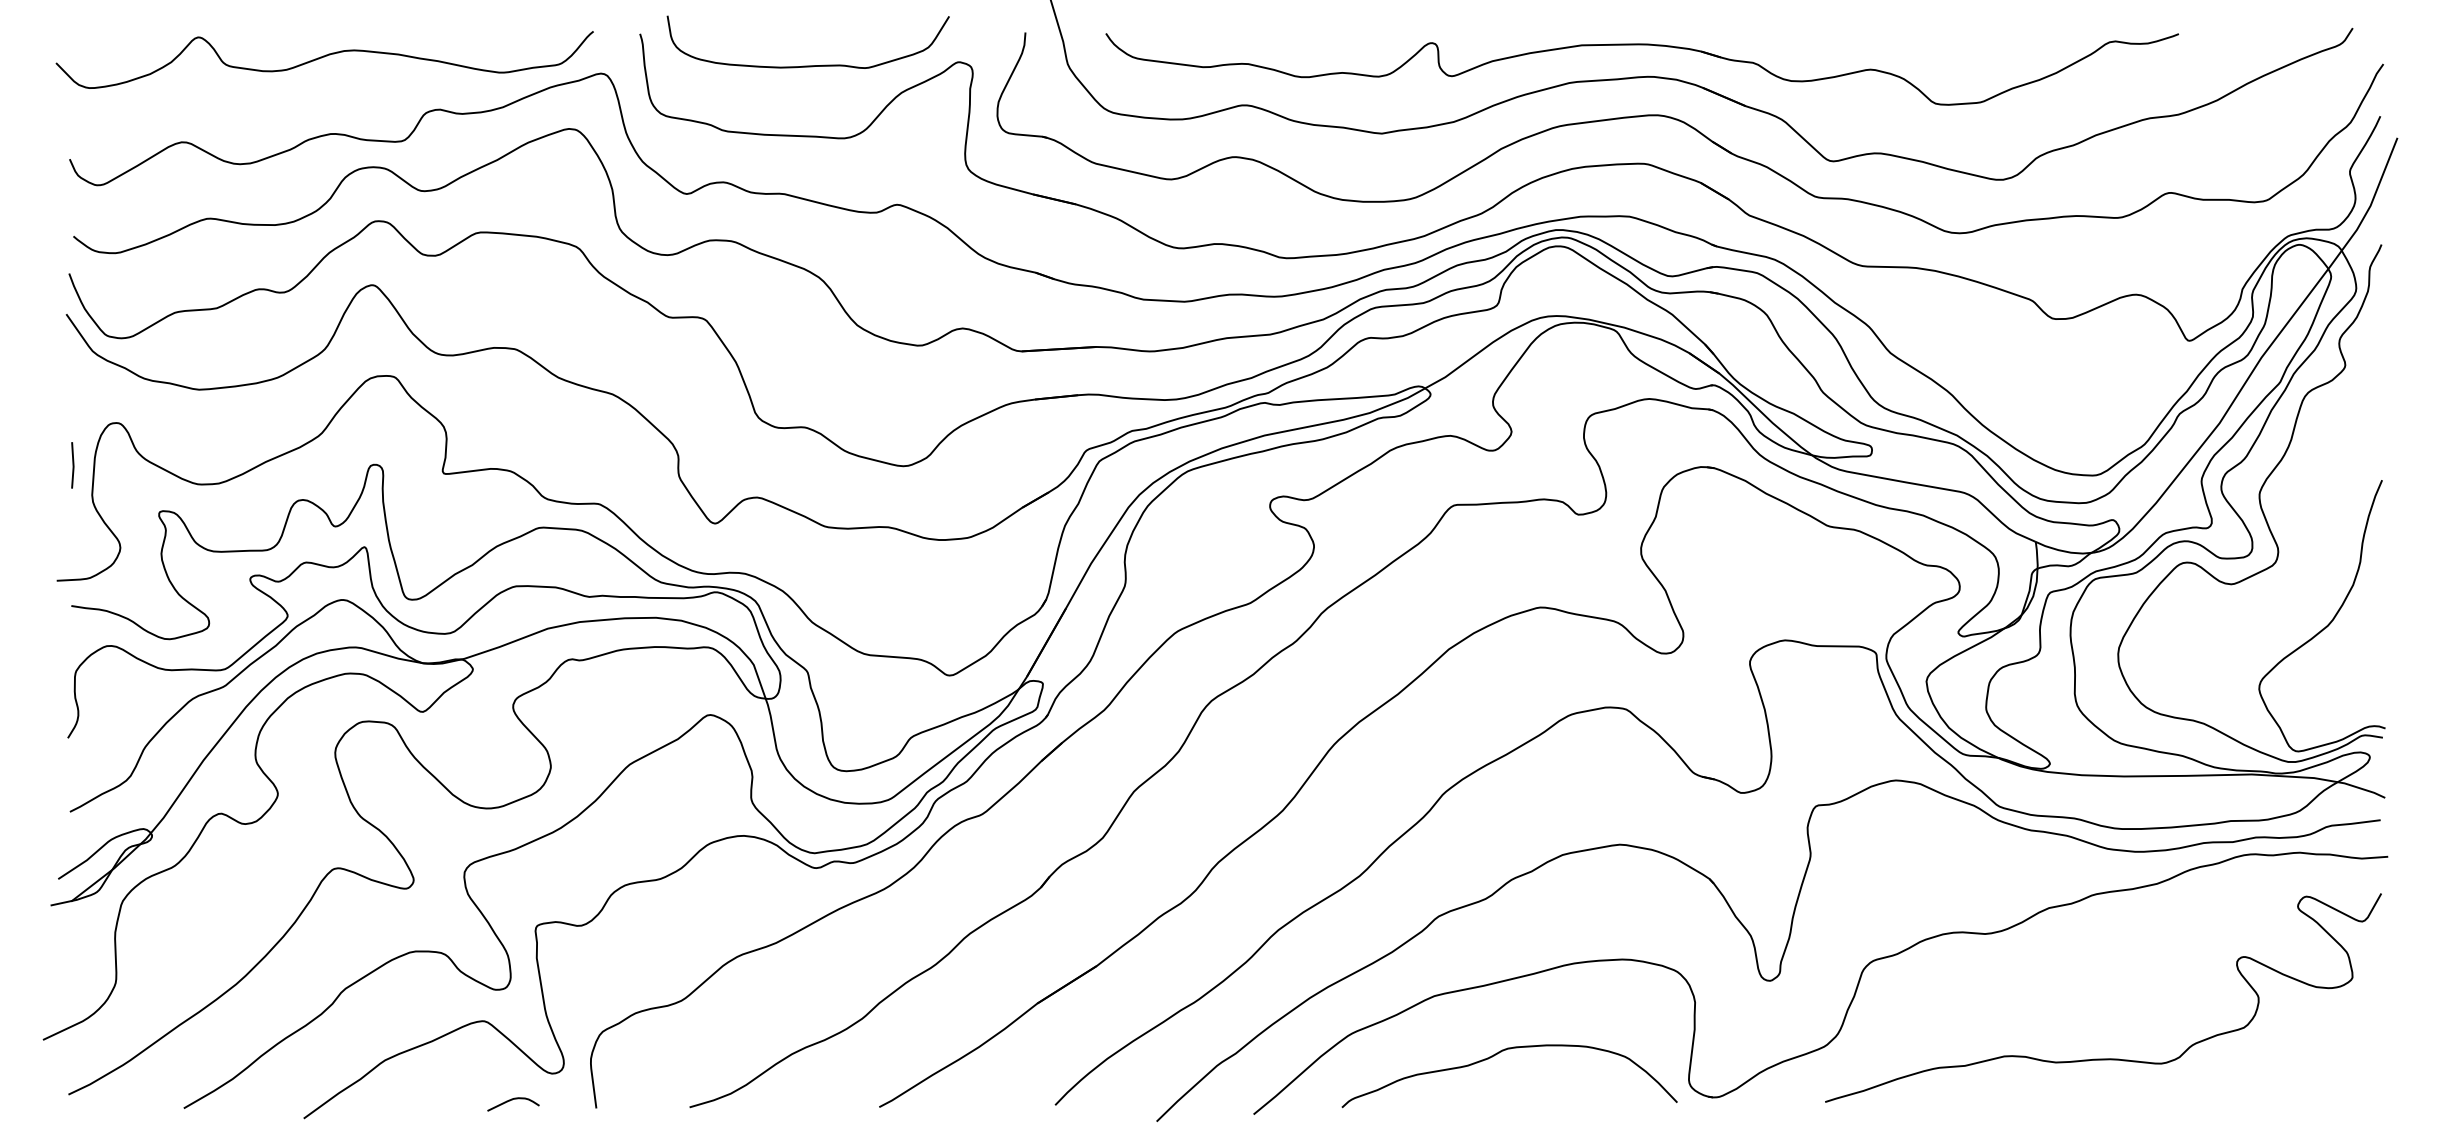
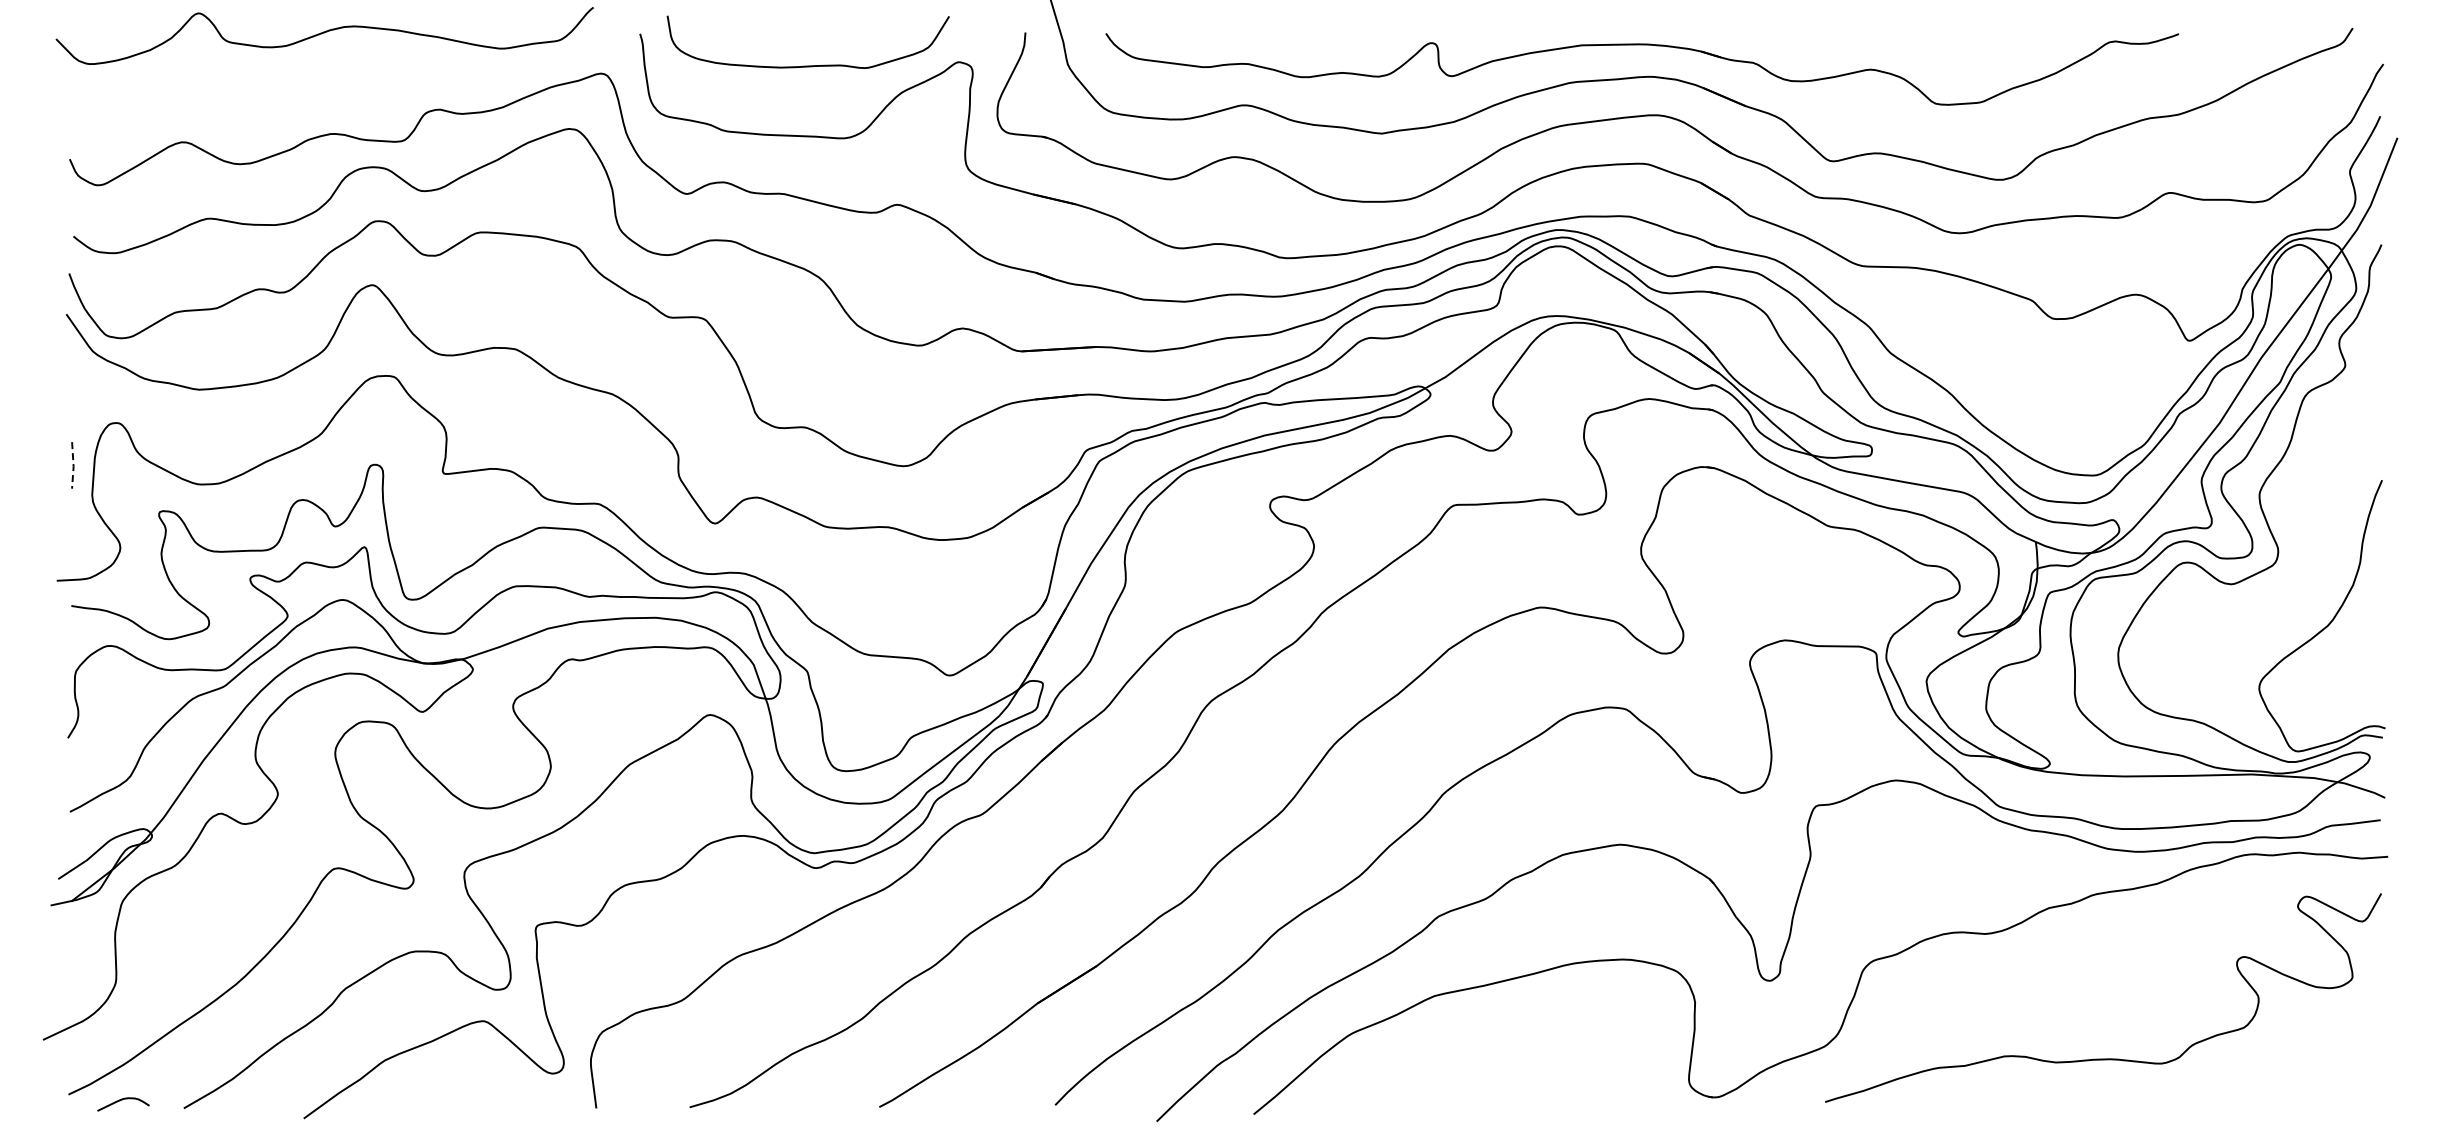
curve at (324, 57) position: (324, 57) -> (324, 33)
line at (73, 465): solid -> dashed
curve at (1496, 1055): present -> none
curve at (512, 1100) position: (512, 1100) -> (122, 1100)
